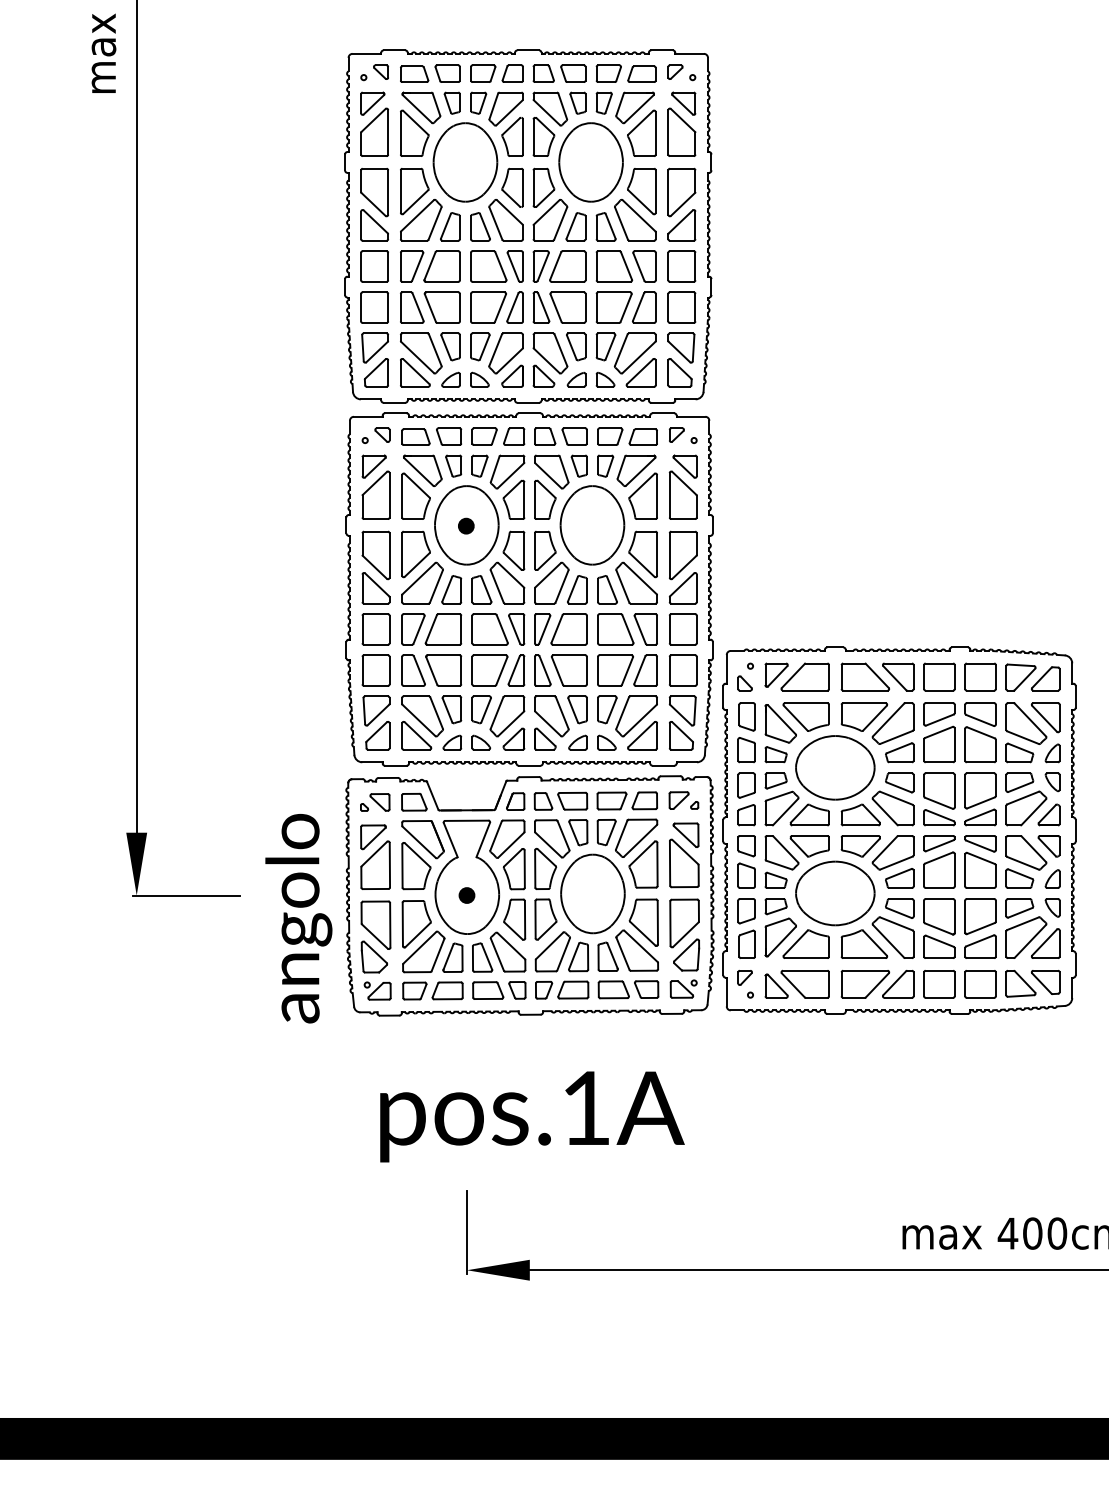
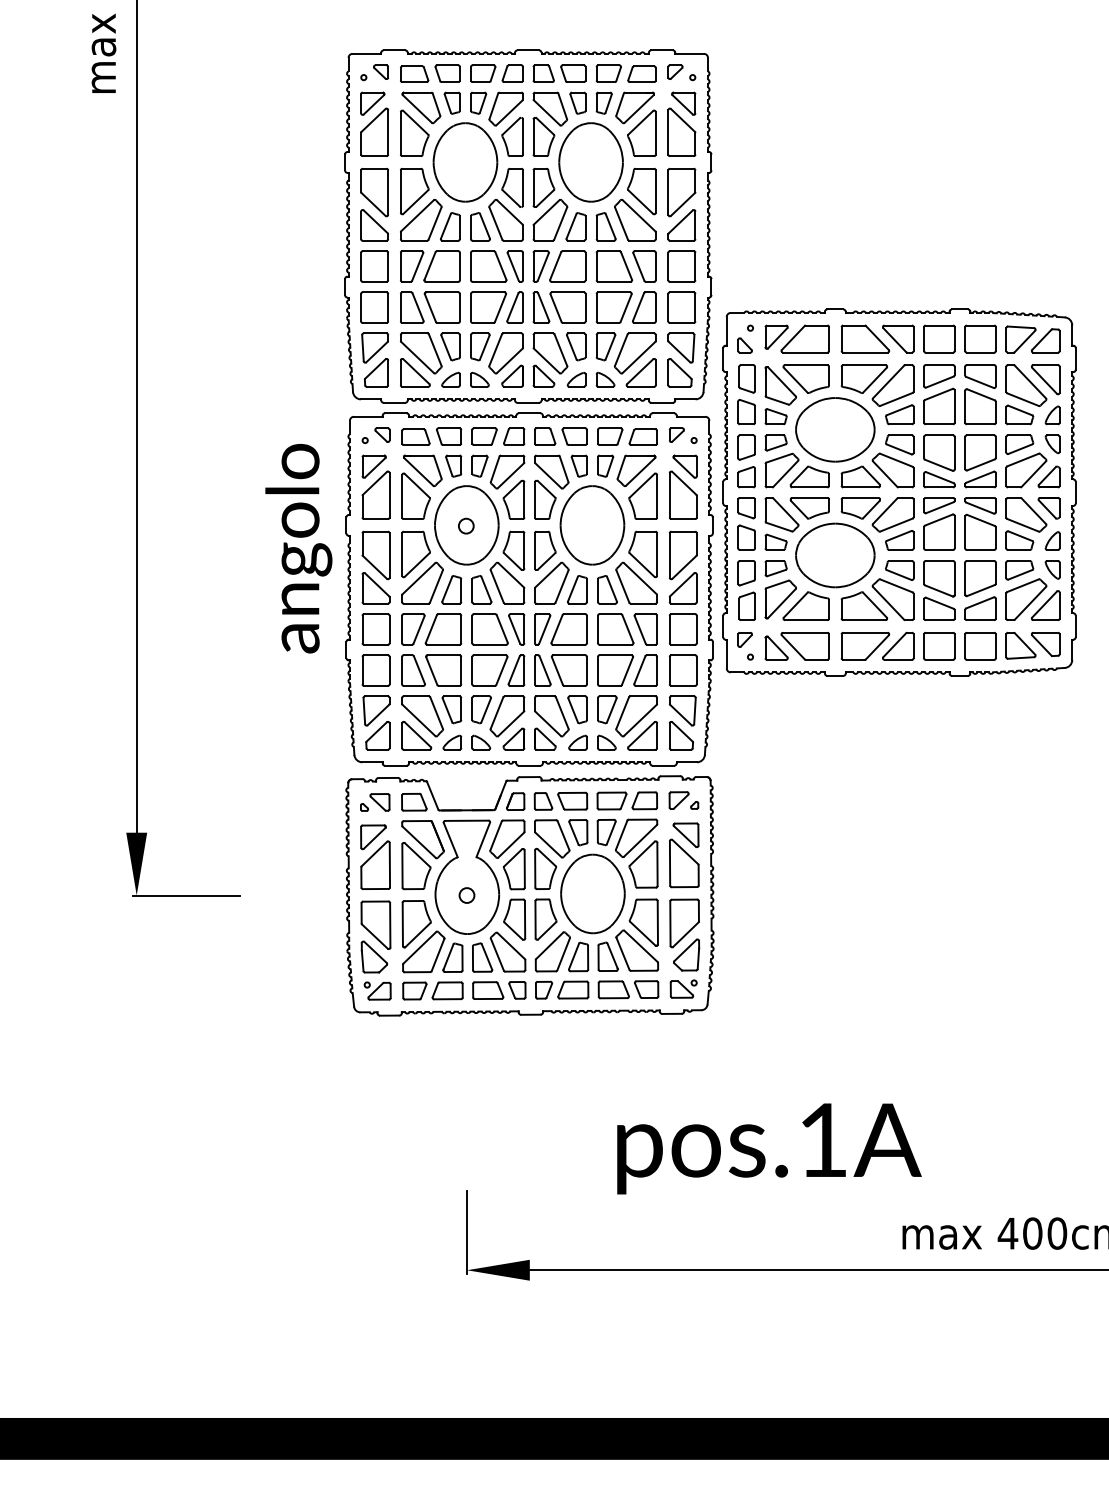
fill at (465, 525): present -> none
part at (899, 830) position: (899, 830) -> (899, 492)
fill at (466, 895): present -> none
text at (298, 918) position: (298, 918) -> (298, 548)
text at (532, 1116) position: (532, 1116) -> (769, 1148)
